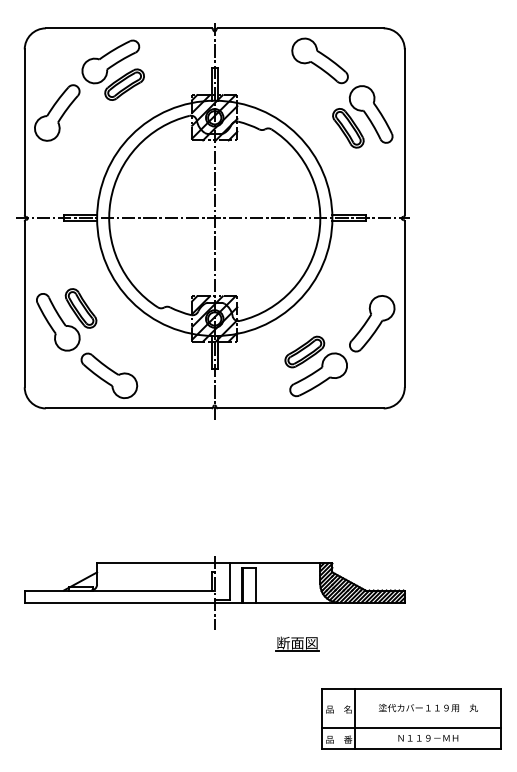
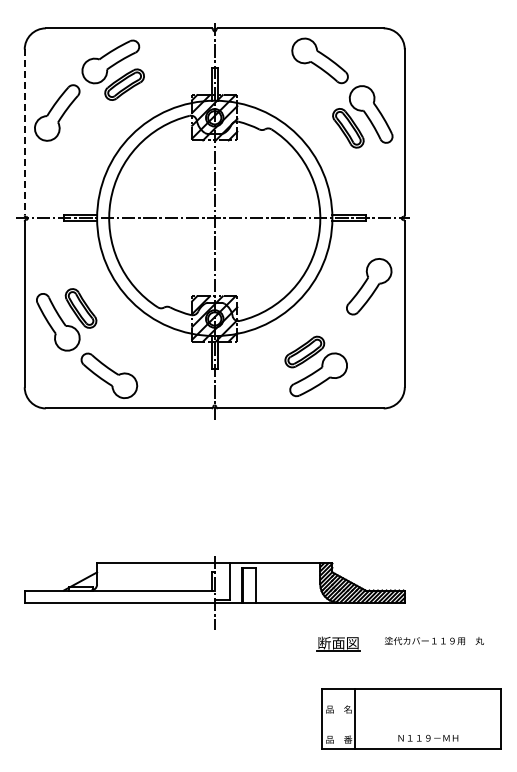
line at (24, 132): solid -> dashed
part at (372, 323) position: (372, 323) -> (369, 286)
part at (297, 643) position: (297, 643) -> (338, 643)
text at (428, 707) position: (428, 707) -> (434, 640)
line at (411, 727): present -> none
